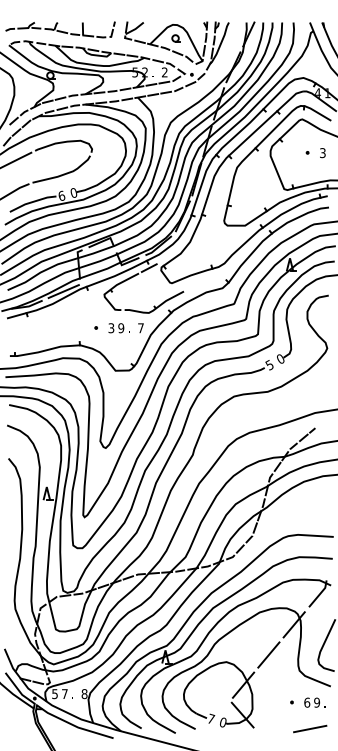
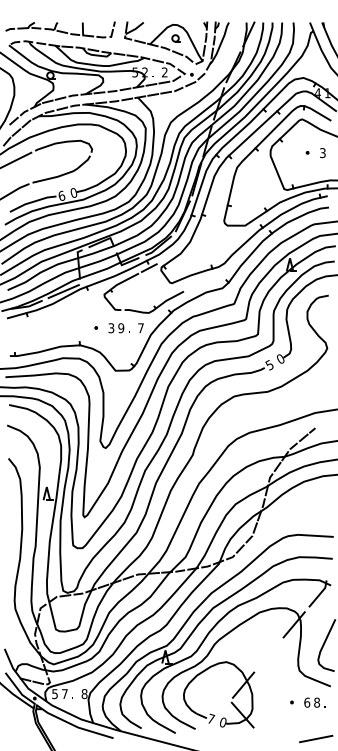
line at (268, 654): present -> none
text at (317, 702): 9 -> 8
line at (310, 728) position: (310, 728) -> (316, 738)
